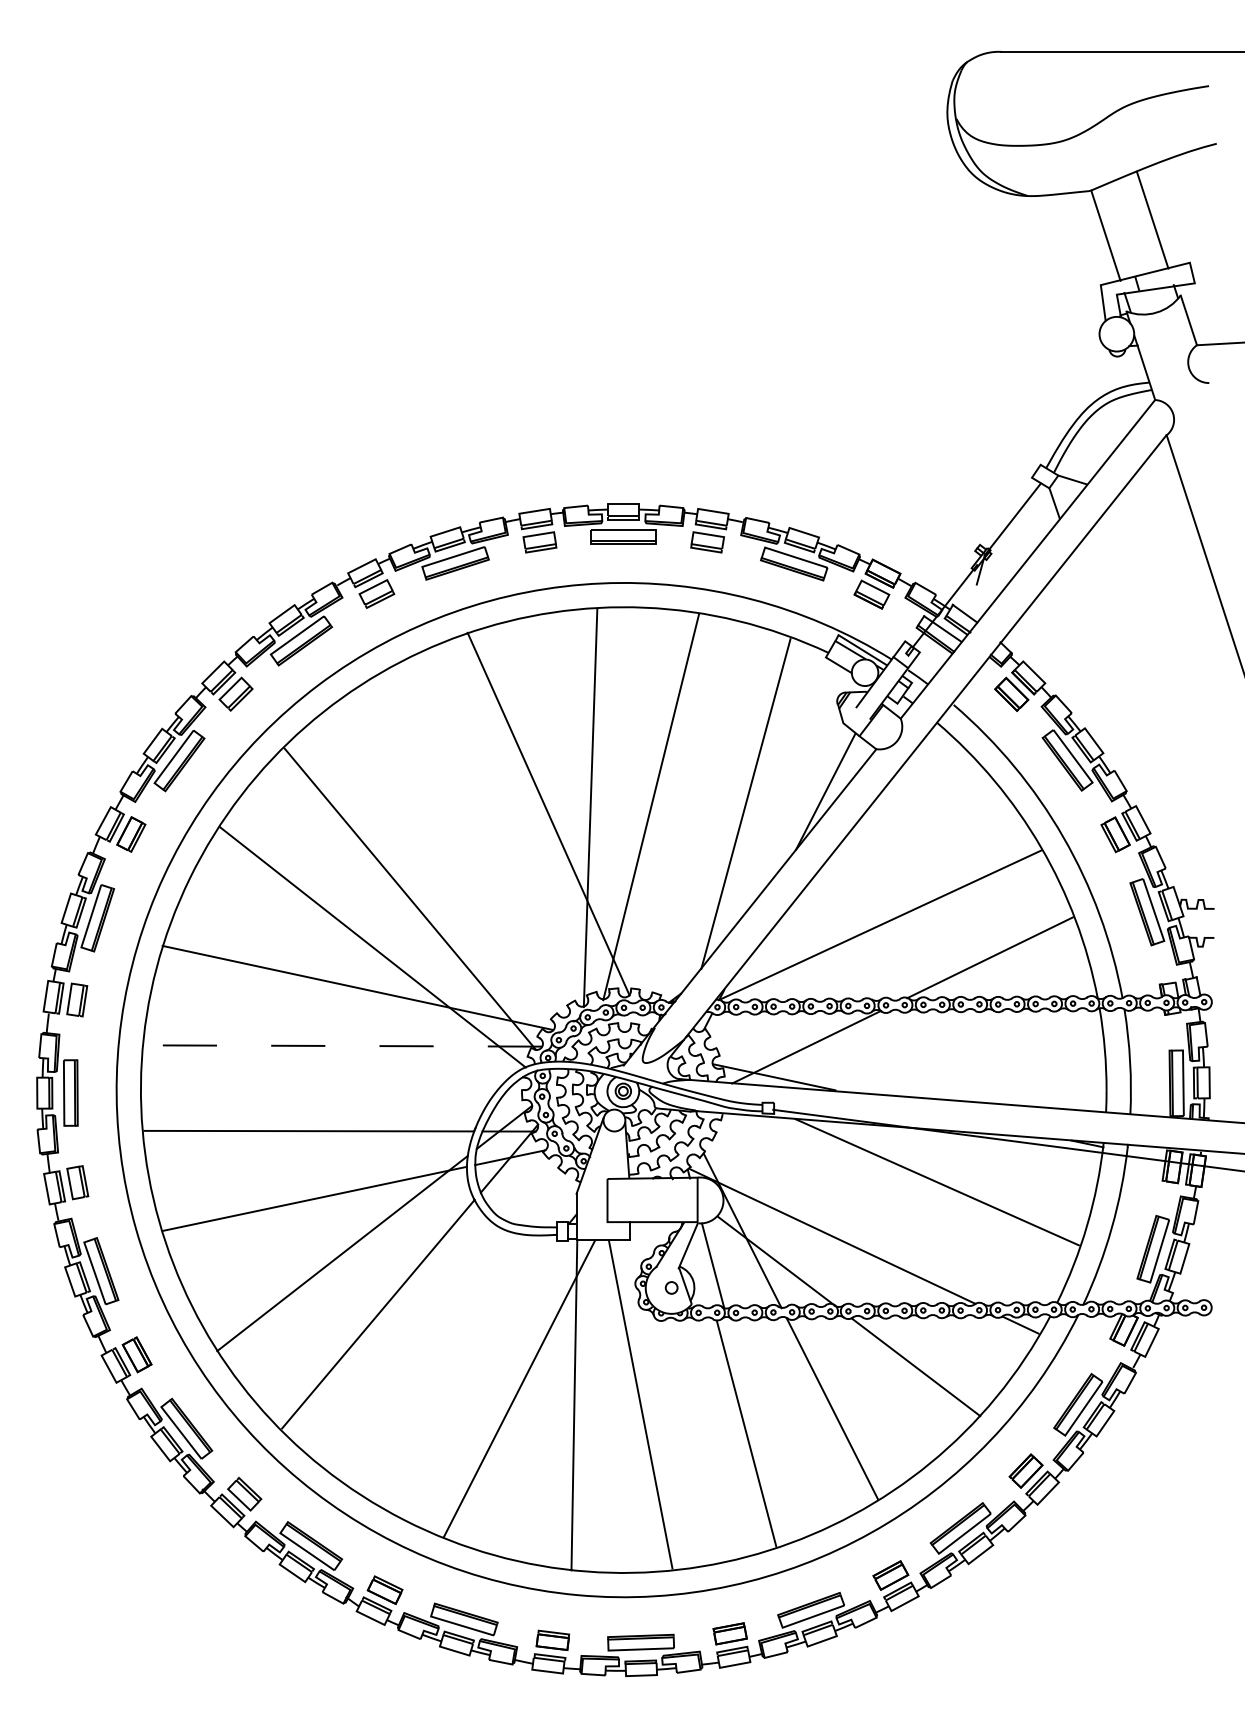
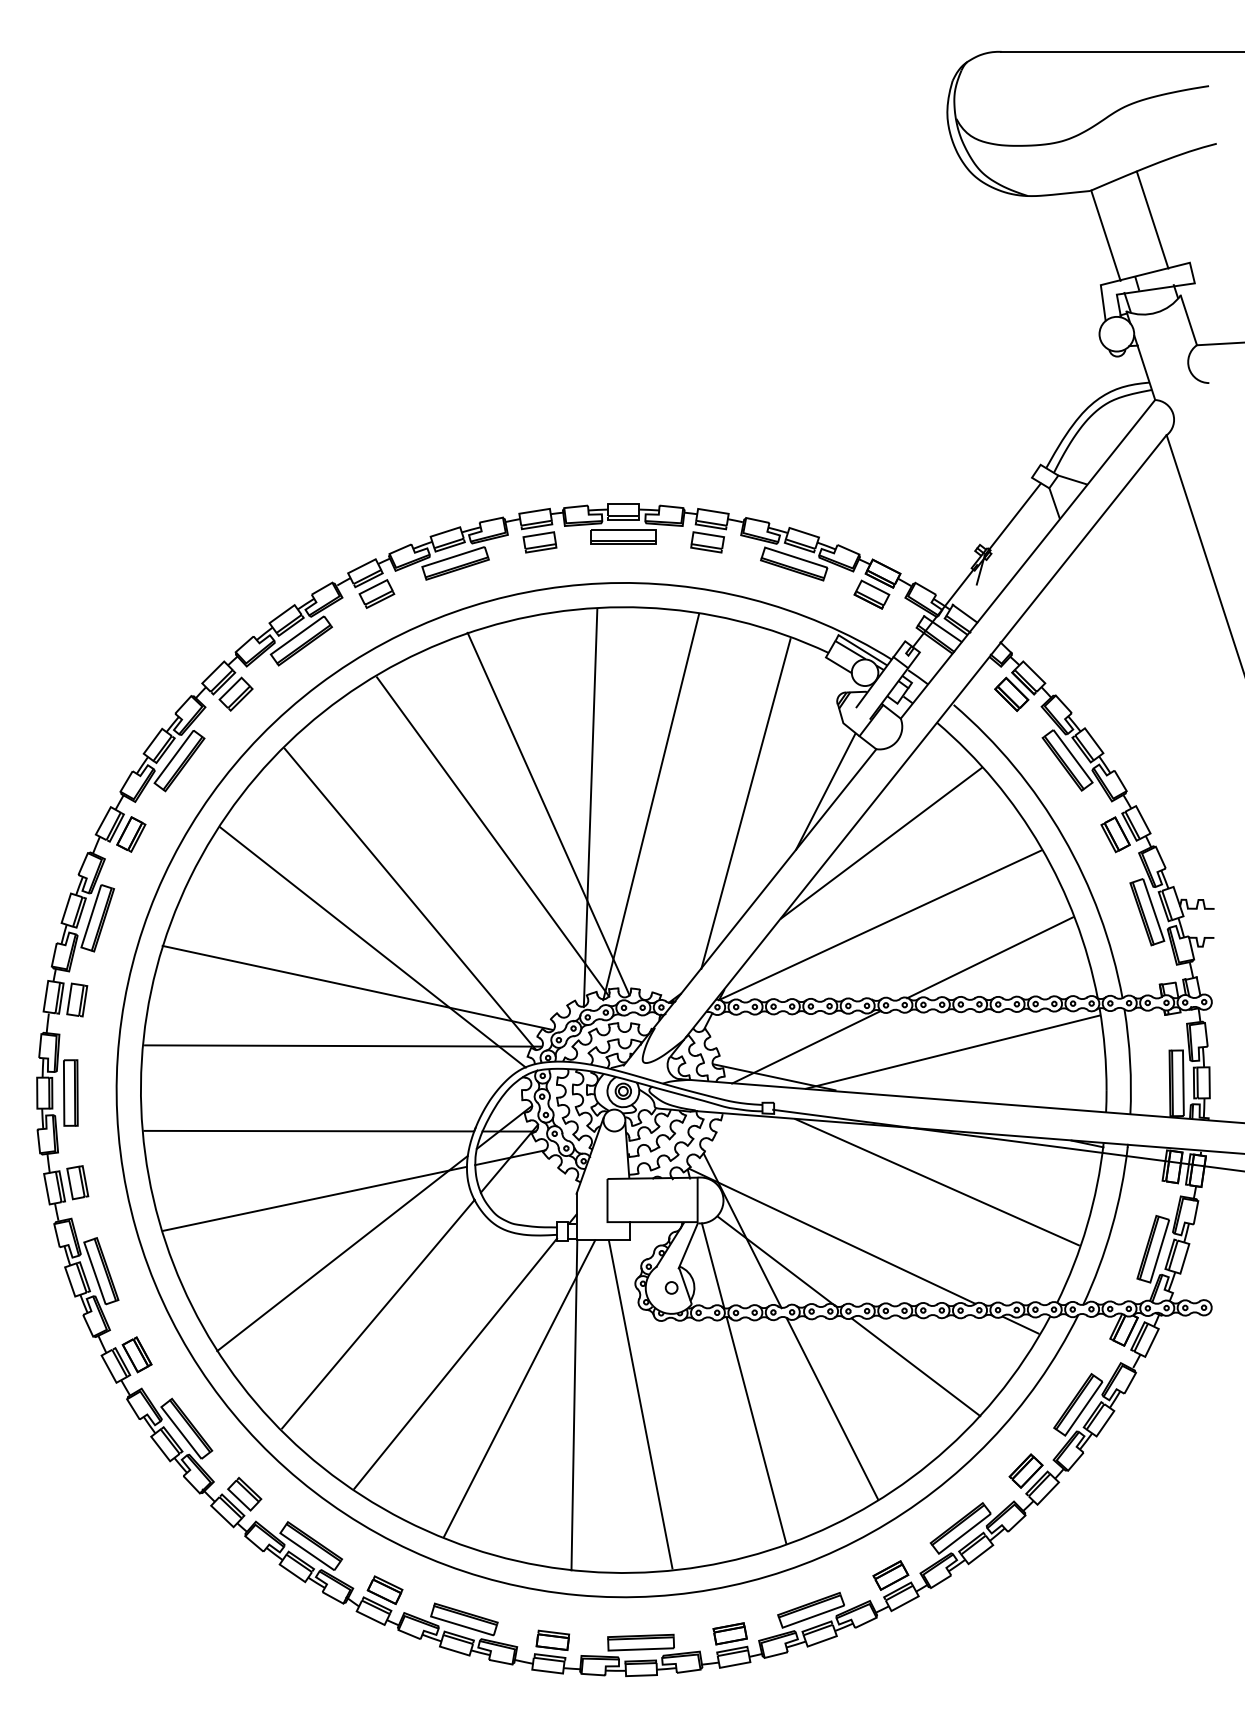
line at (493, 836): none -> present
line at (881, 843): none -> present
line at (343, 1045): dashed -> solid
line at (952, 1051): none -> present
line at (455, 1363): none -> present
line at (746, 1433) position: (746, 1433) -> (756, 1430)
